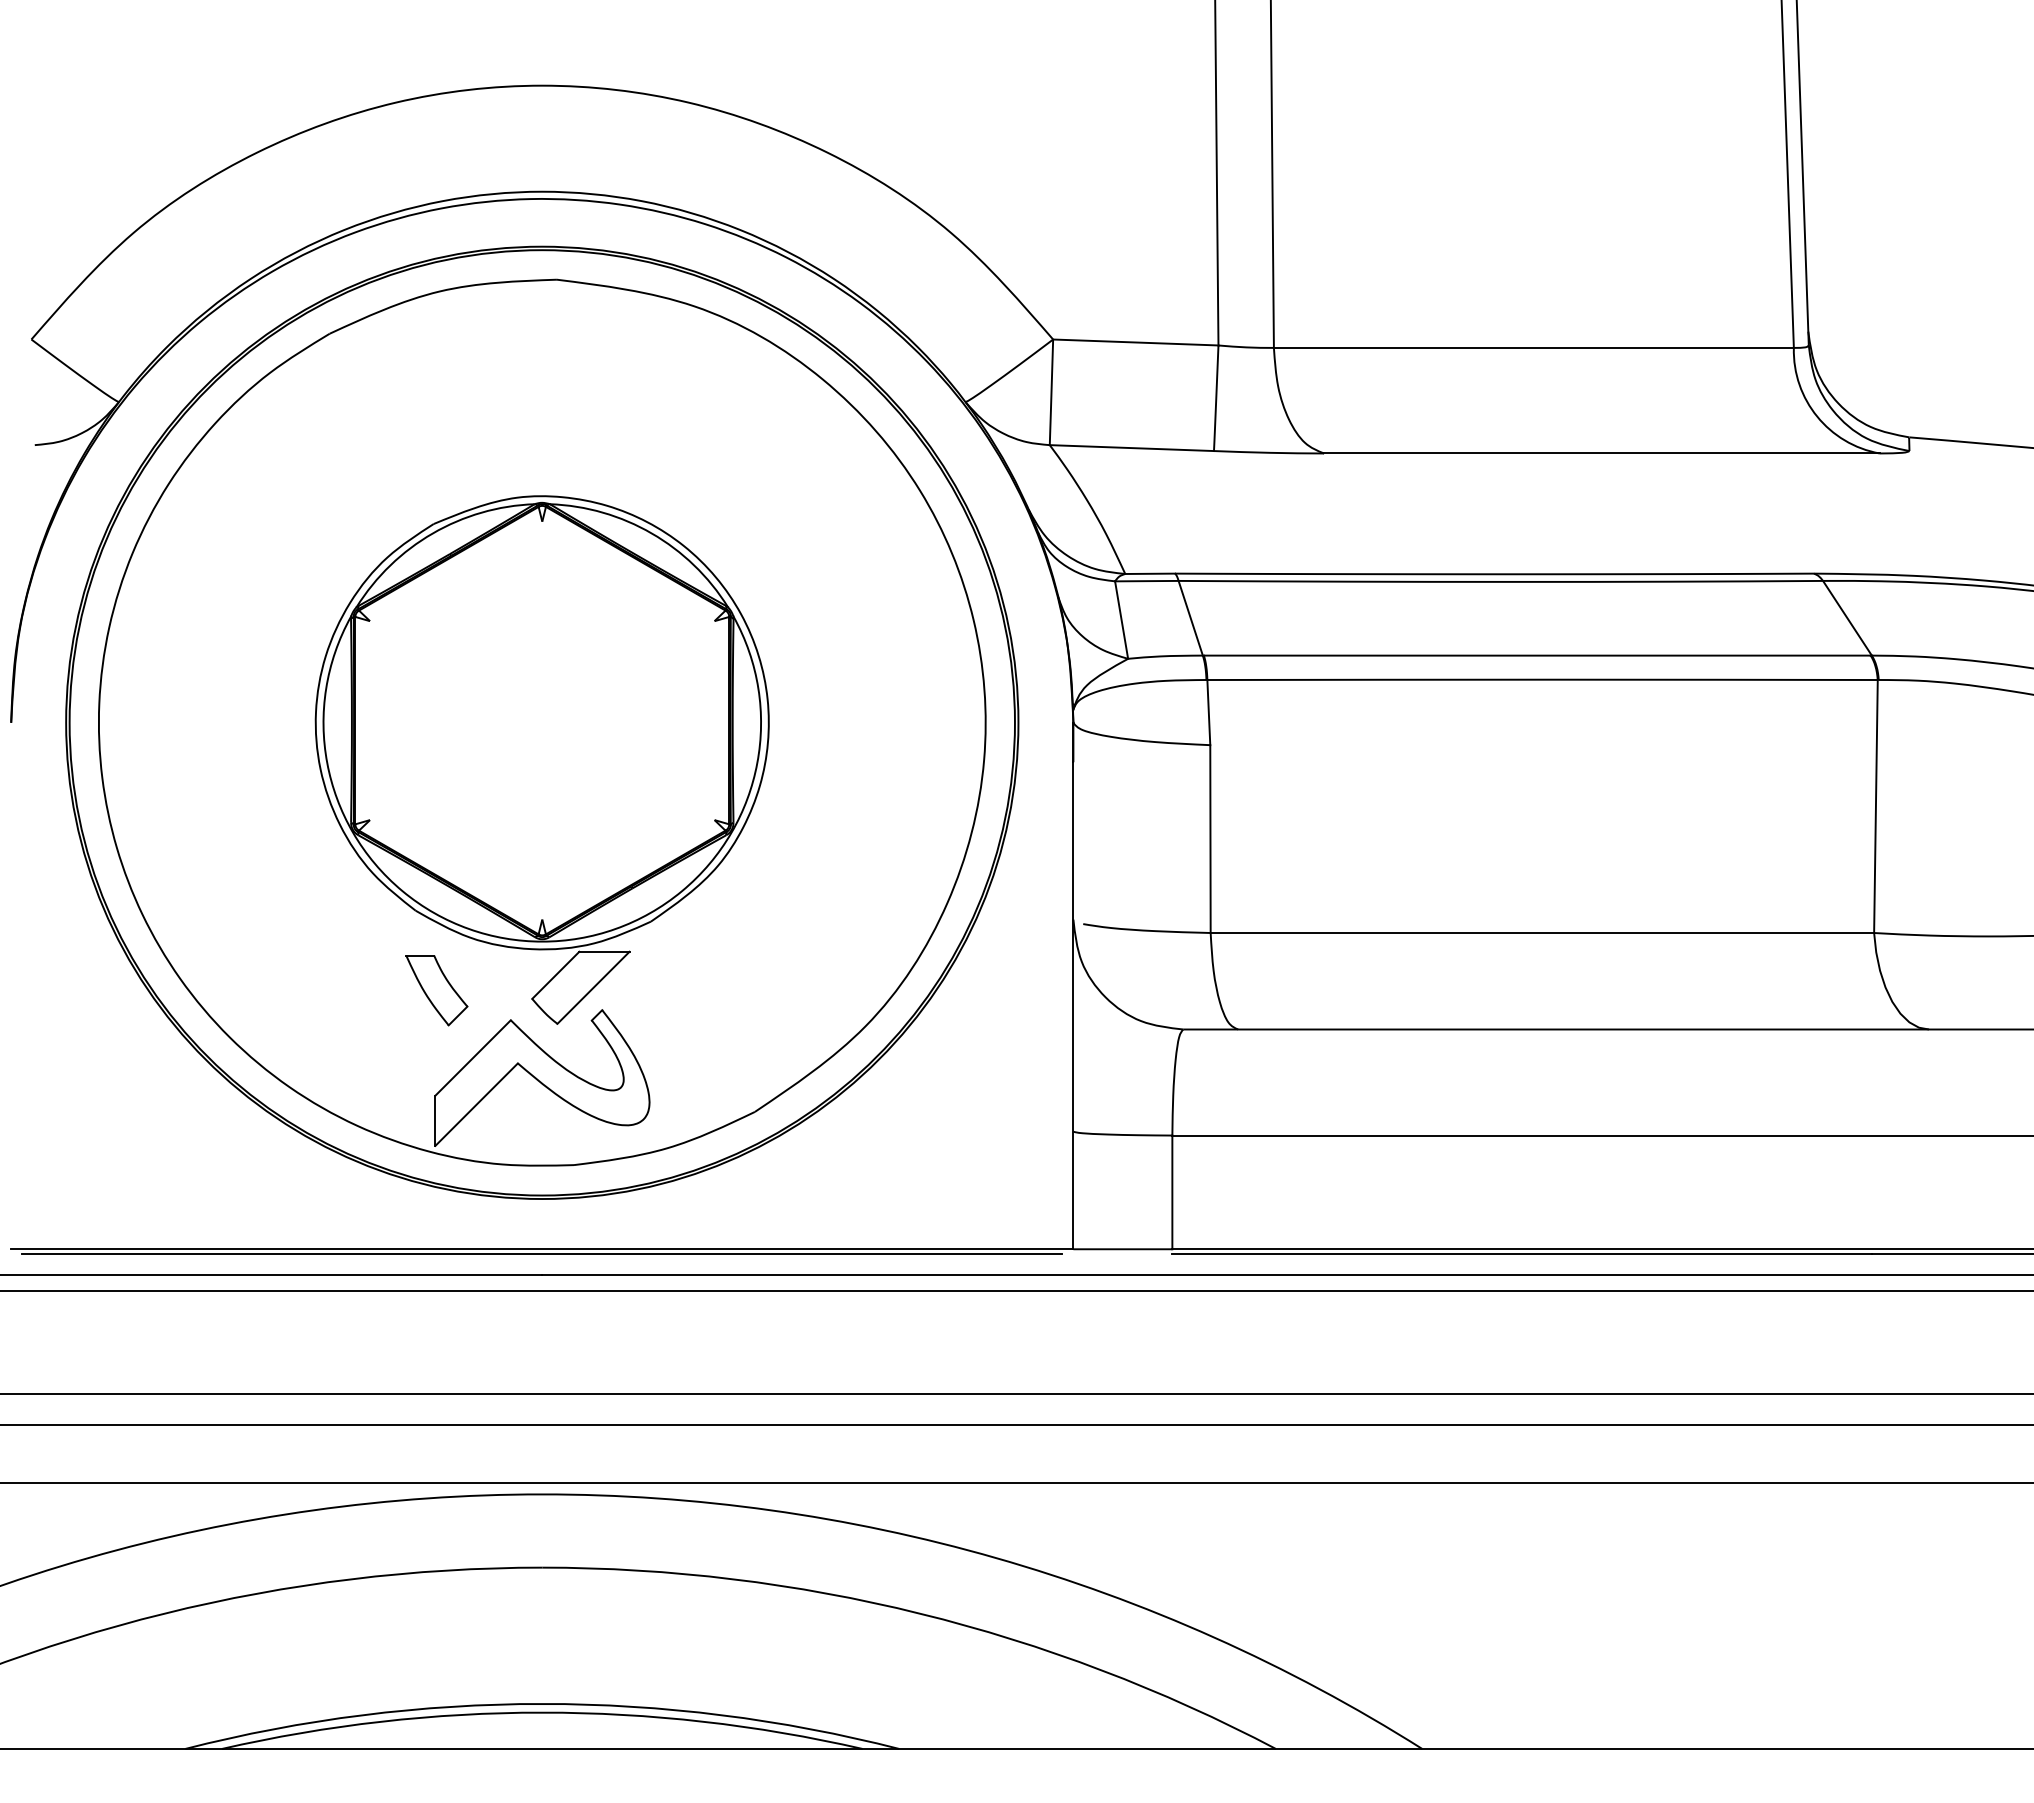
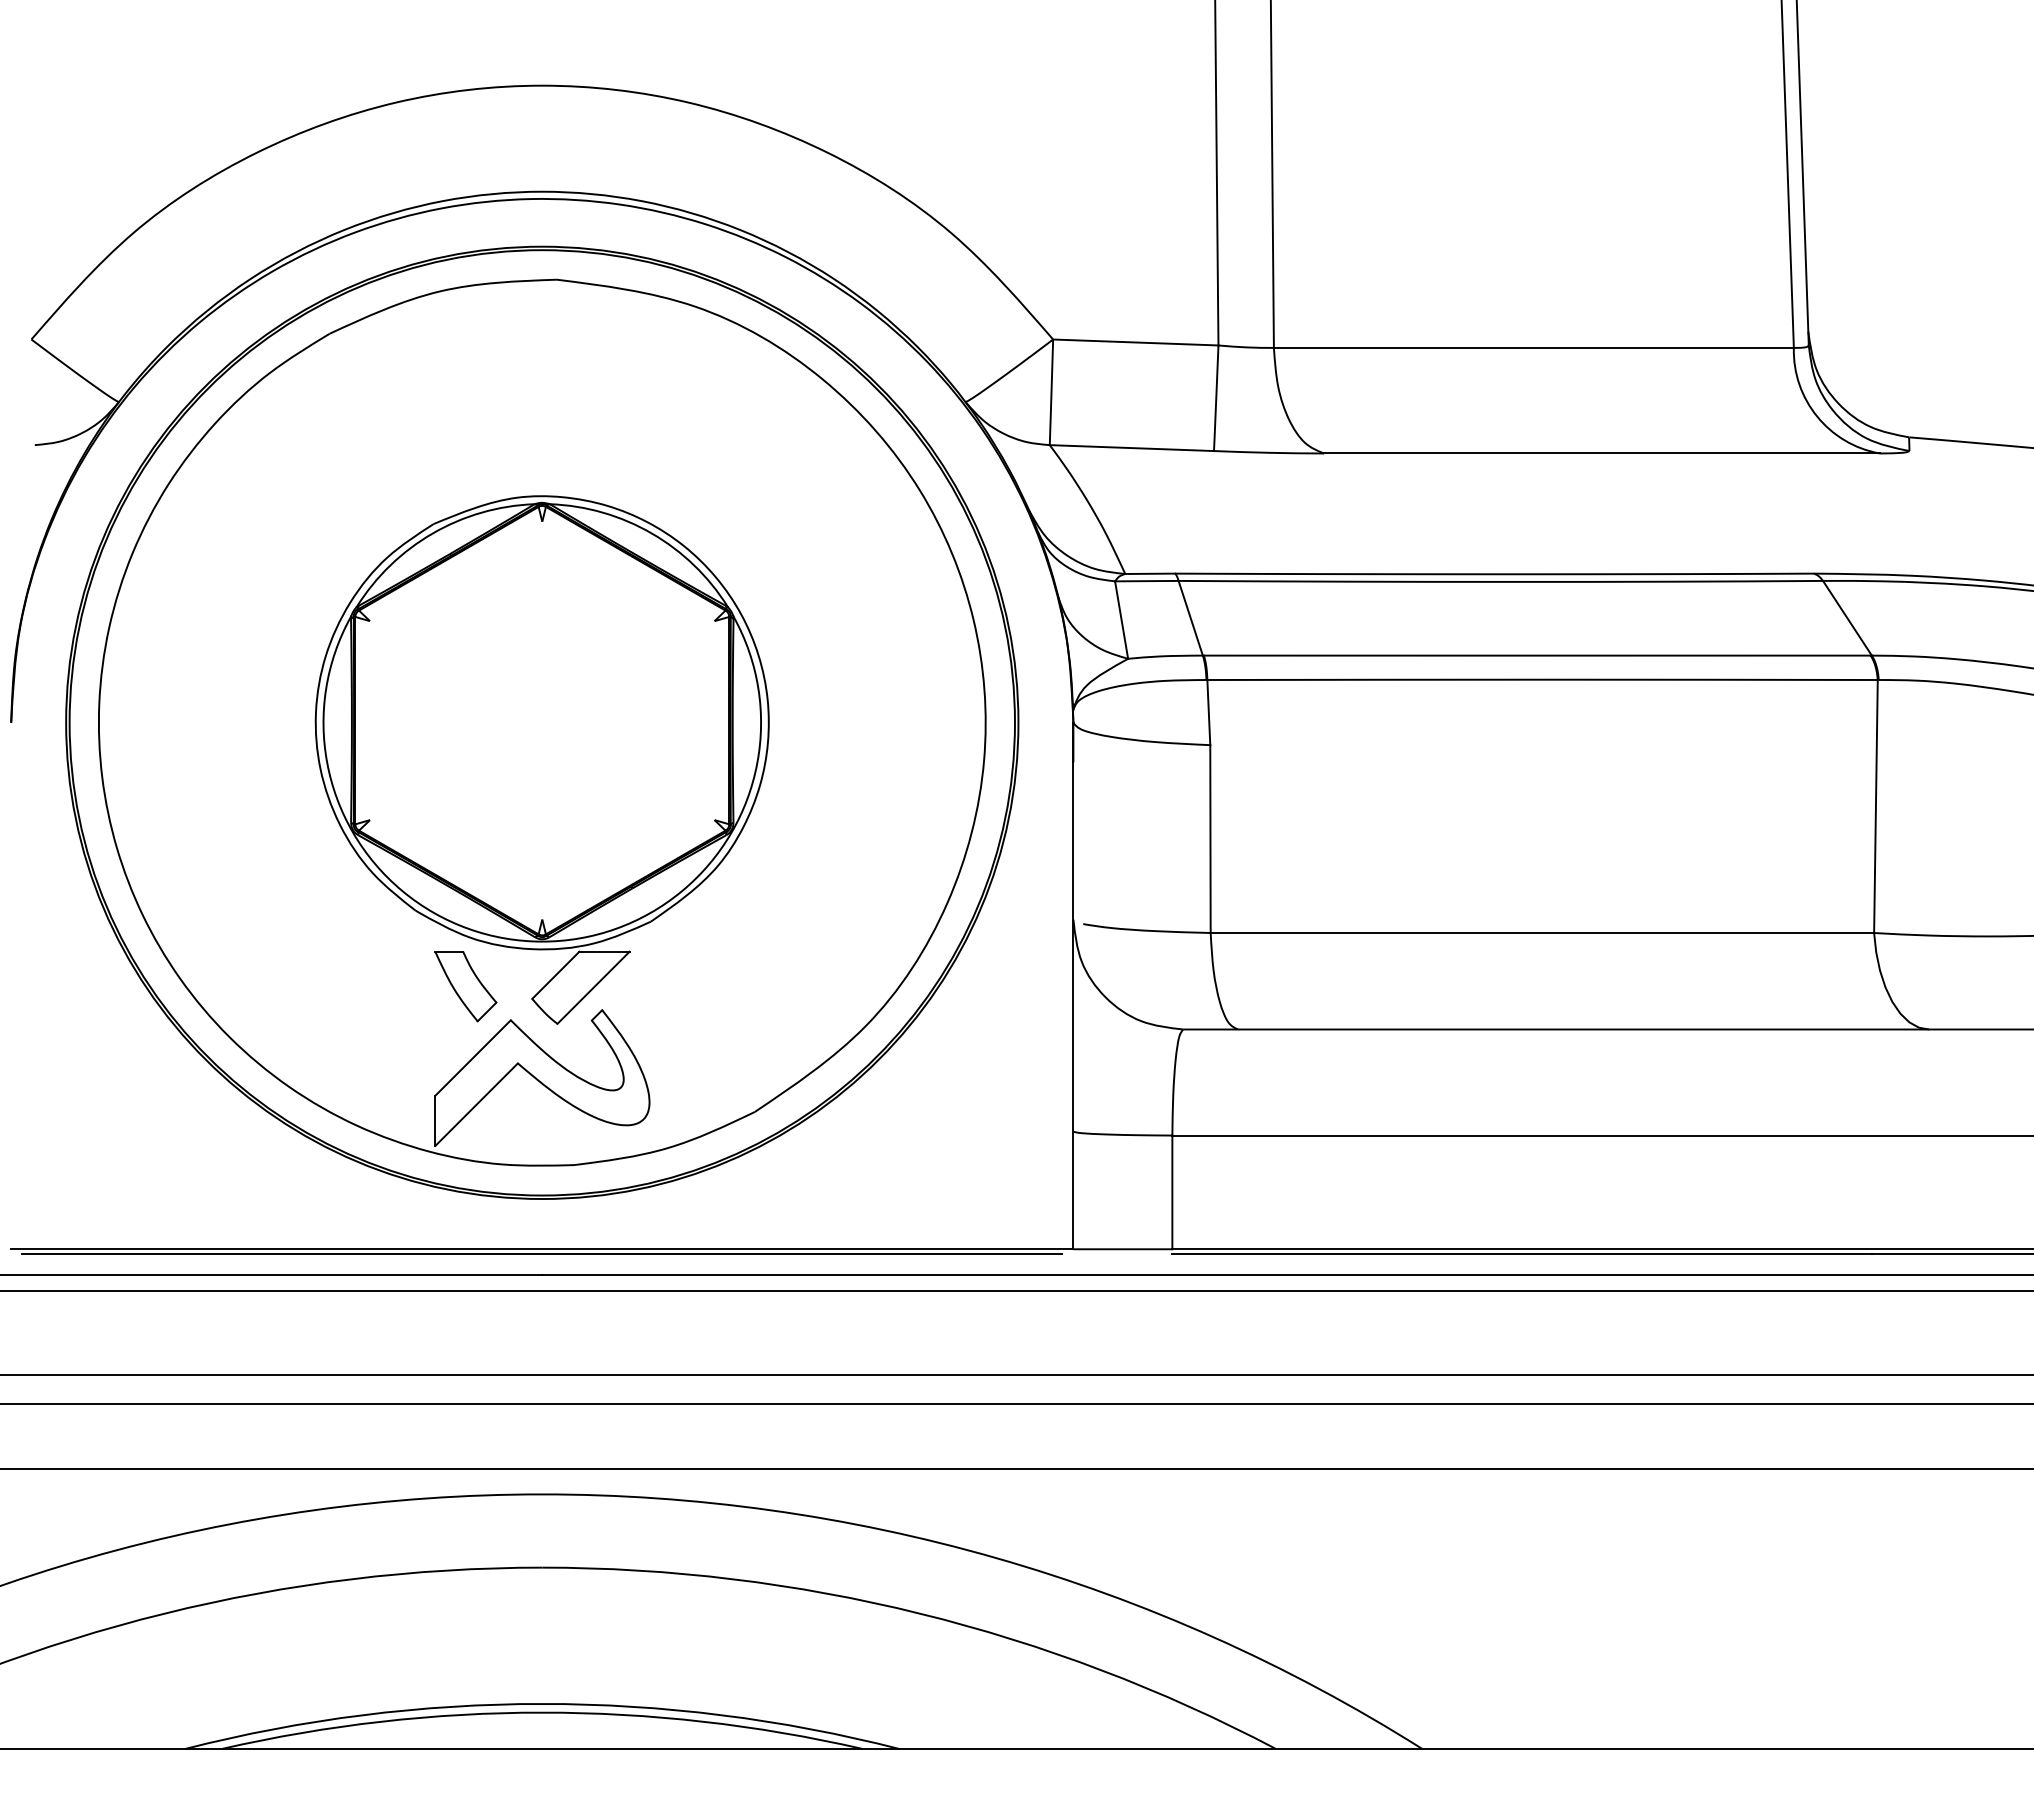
part at (436, 990) position: (436, 990) -> (465, 986)
line at (1016, 1393) position: (1016, 1393) -> (1016, 1374)
line at (1016, 1424) position: (1016, 1424) -> (1016, 1403)
line at (1016, 1483) position: (1016, 1483) -> (1016, 1469)
